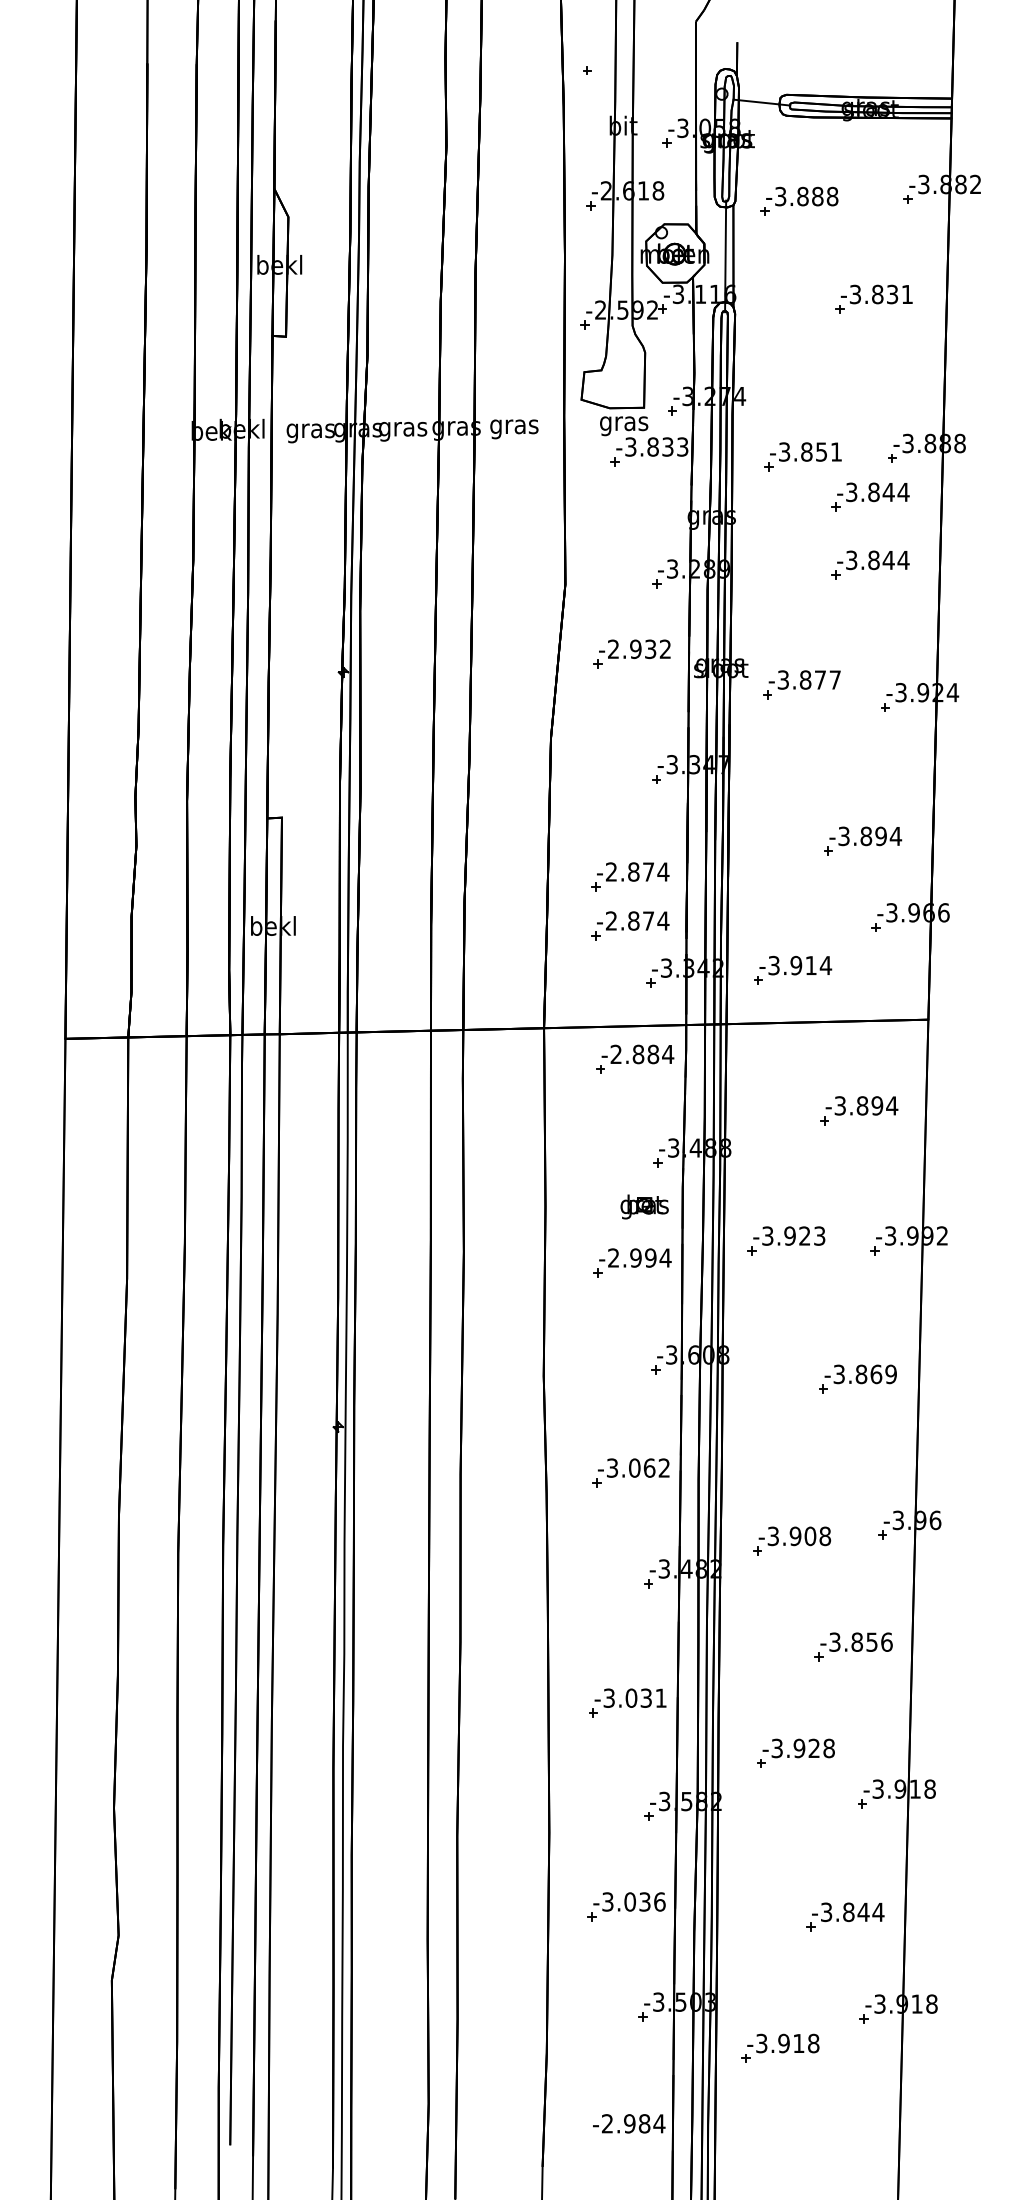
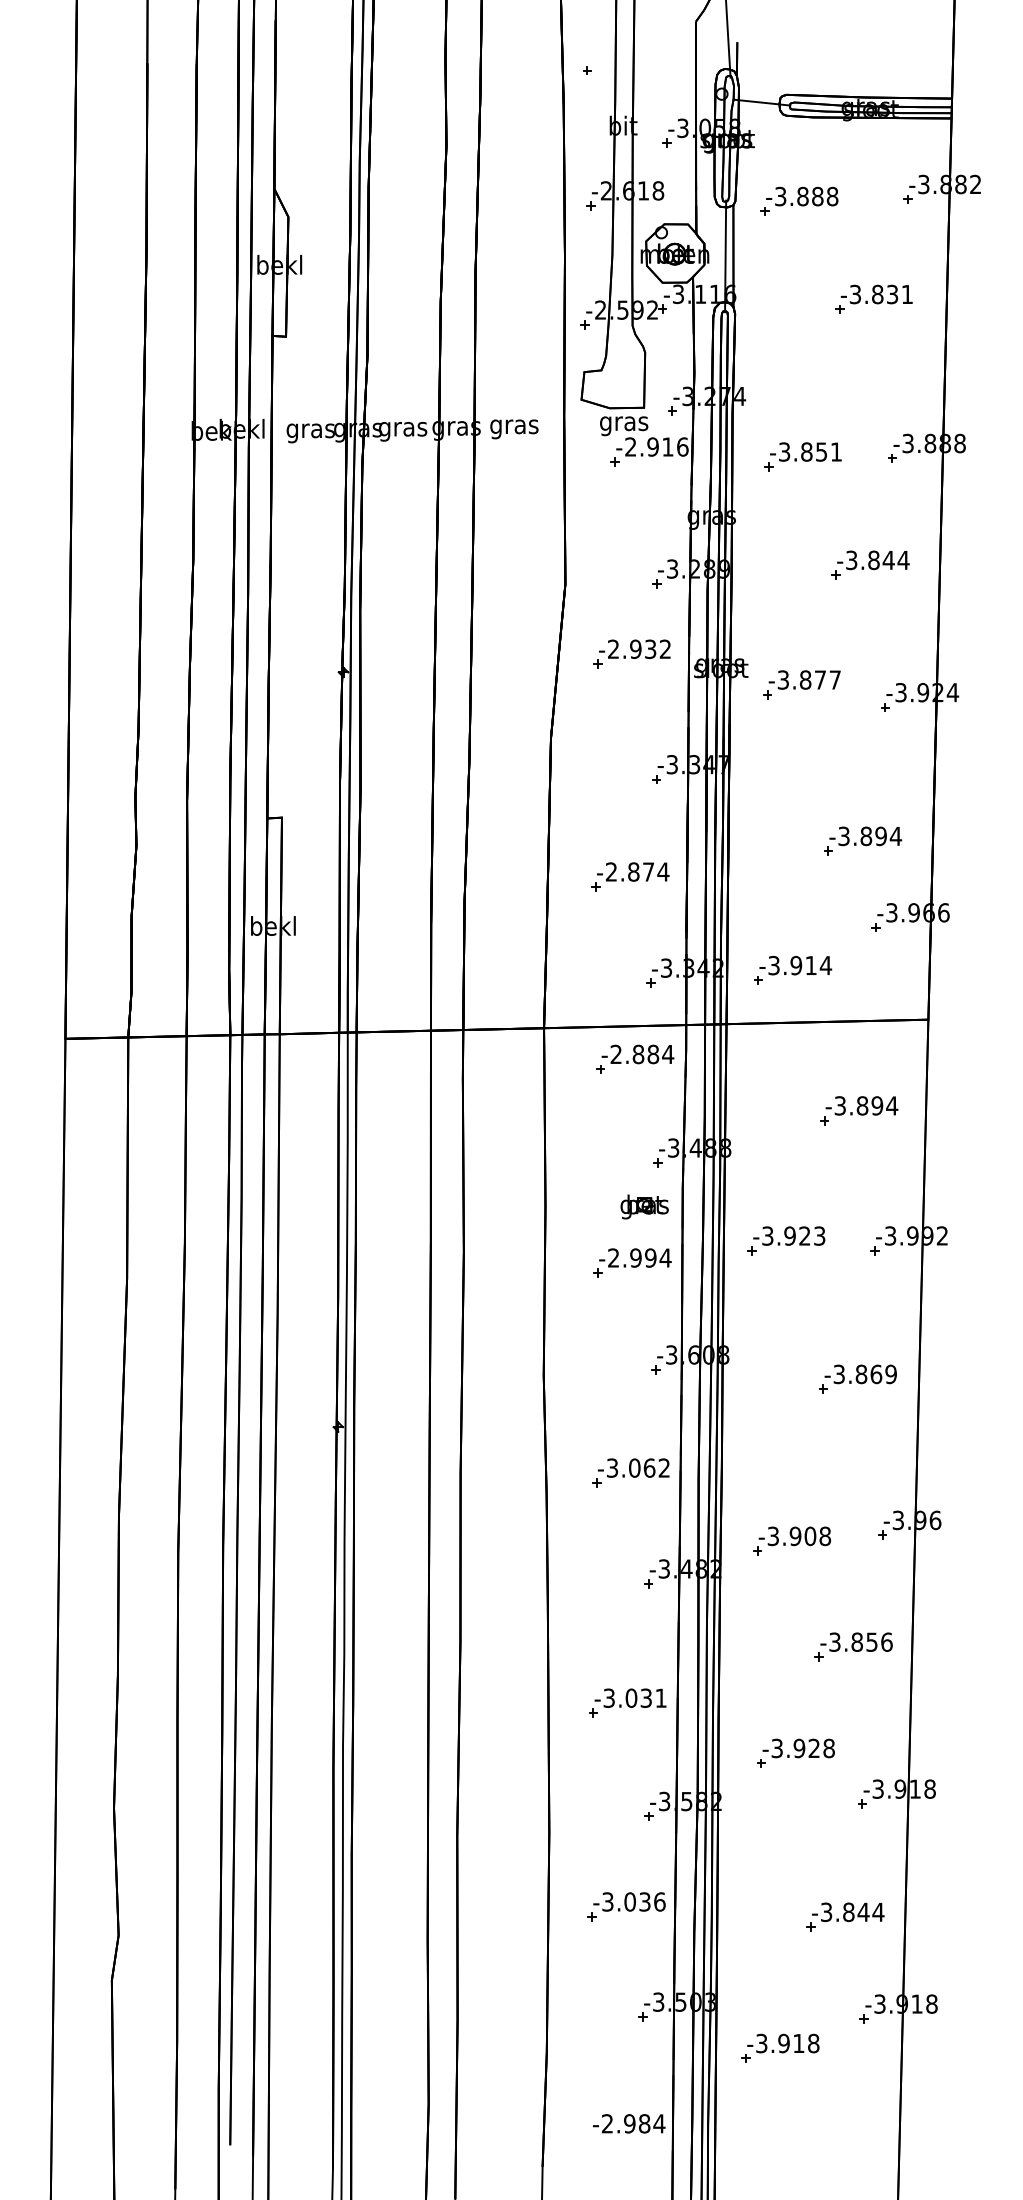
line at (728, 39): none -> present
text at (656, 446): -3.833 -> -2.916
part at (870, 496): present -> none
part at (630, 925): present -> none
